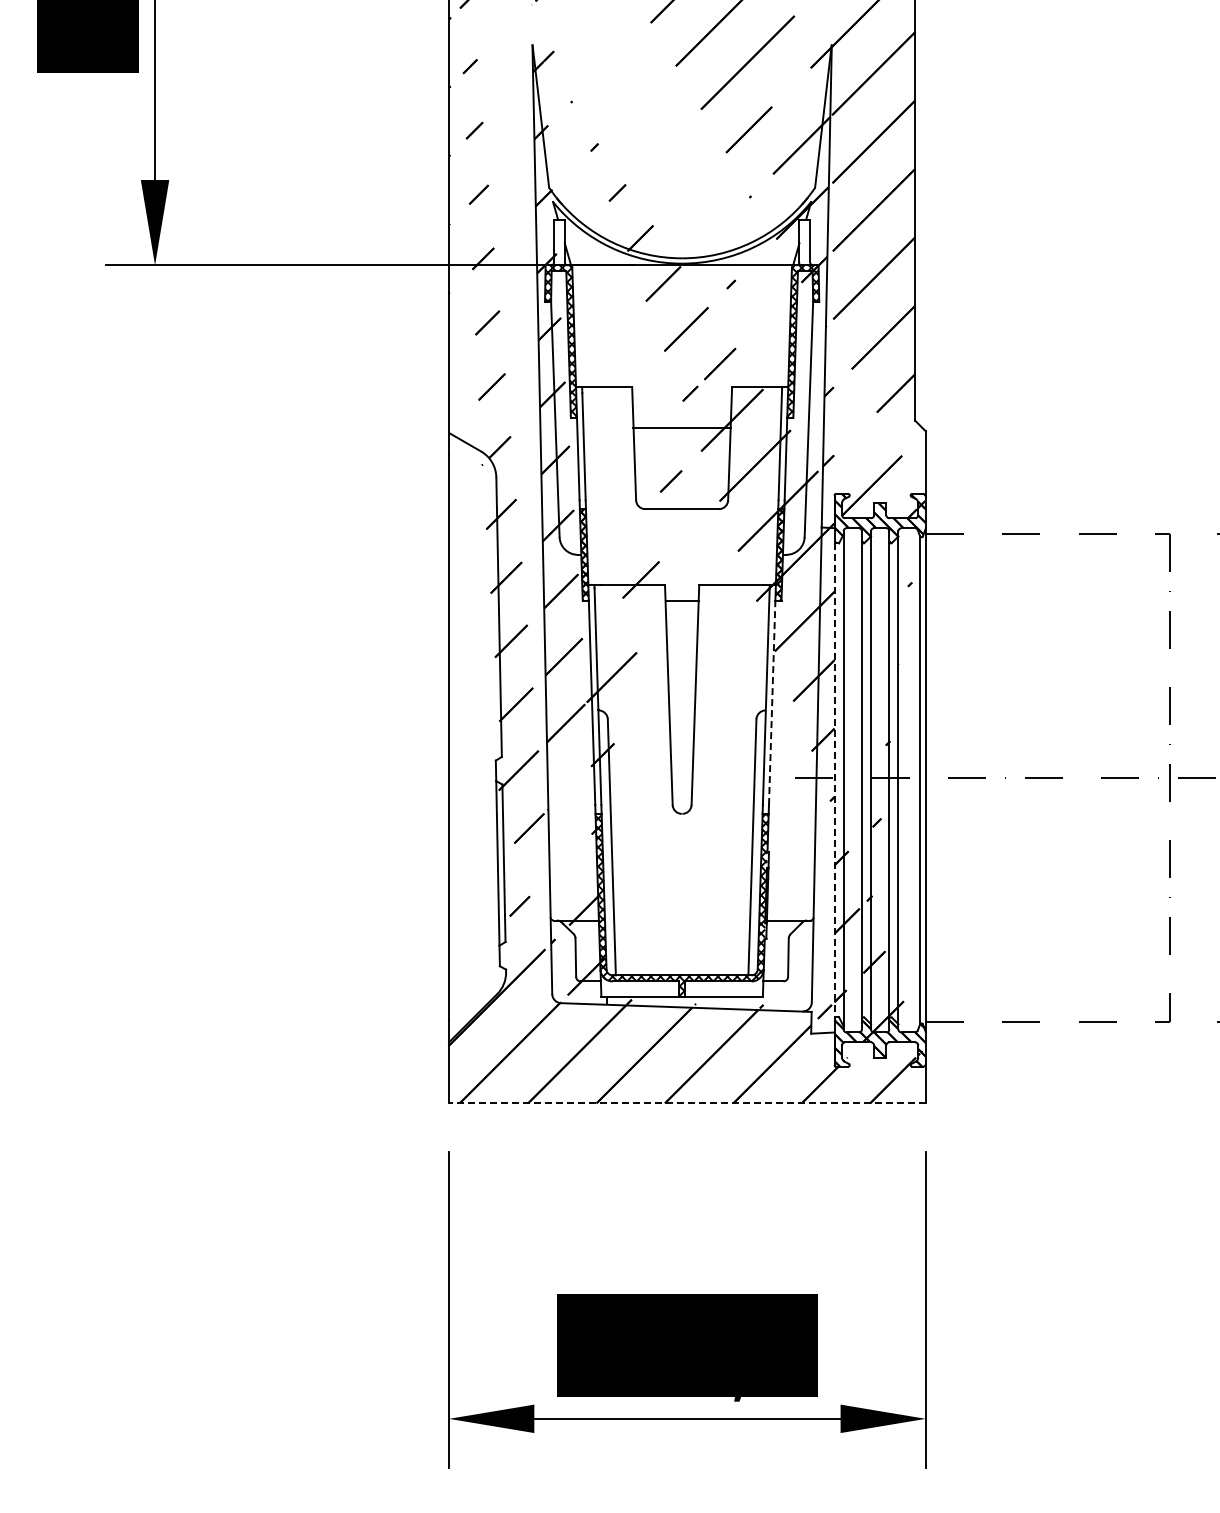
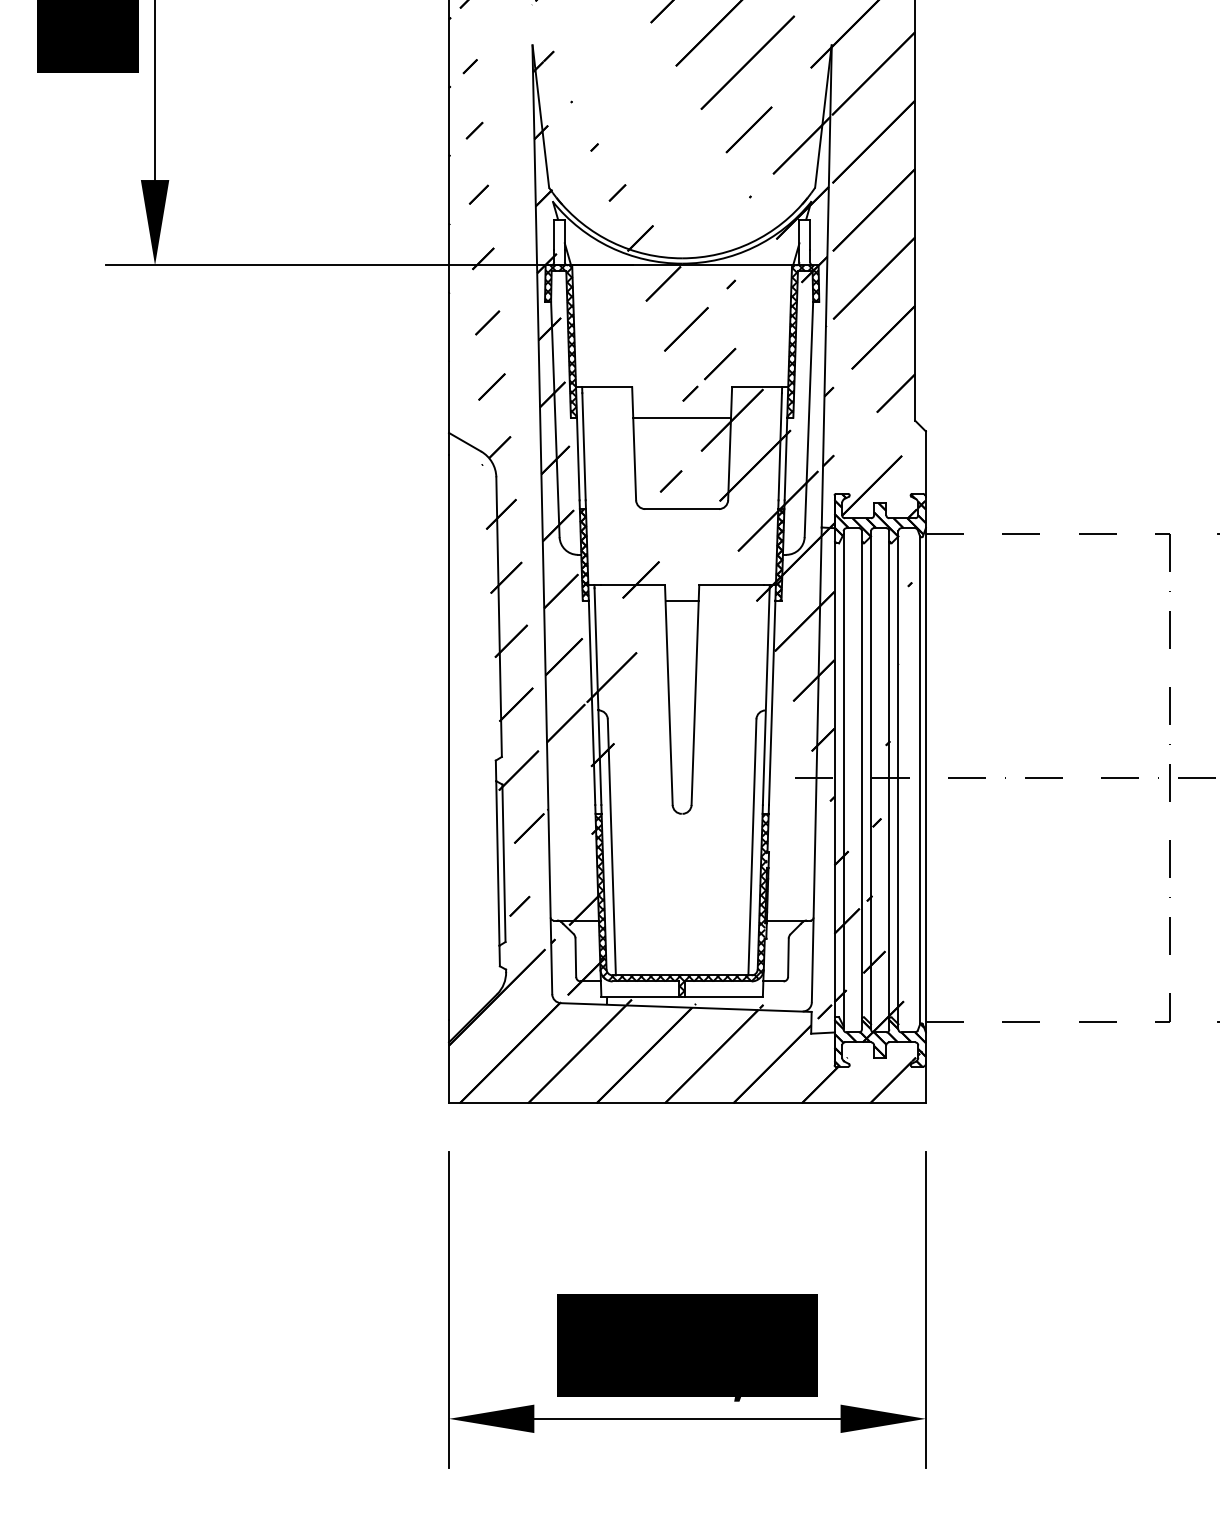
line at (682, 427) position: (682, 427) -> (682, 417)
line at (772, 702): dashed -> solid
line at (834, 780): dashed -> solid
line at (686, 1103): dashed -> solid
